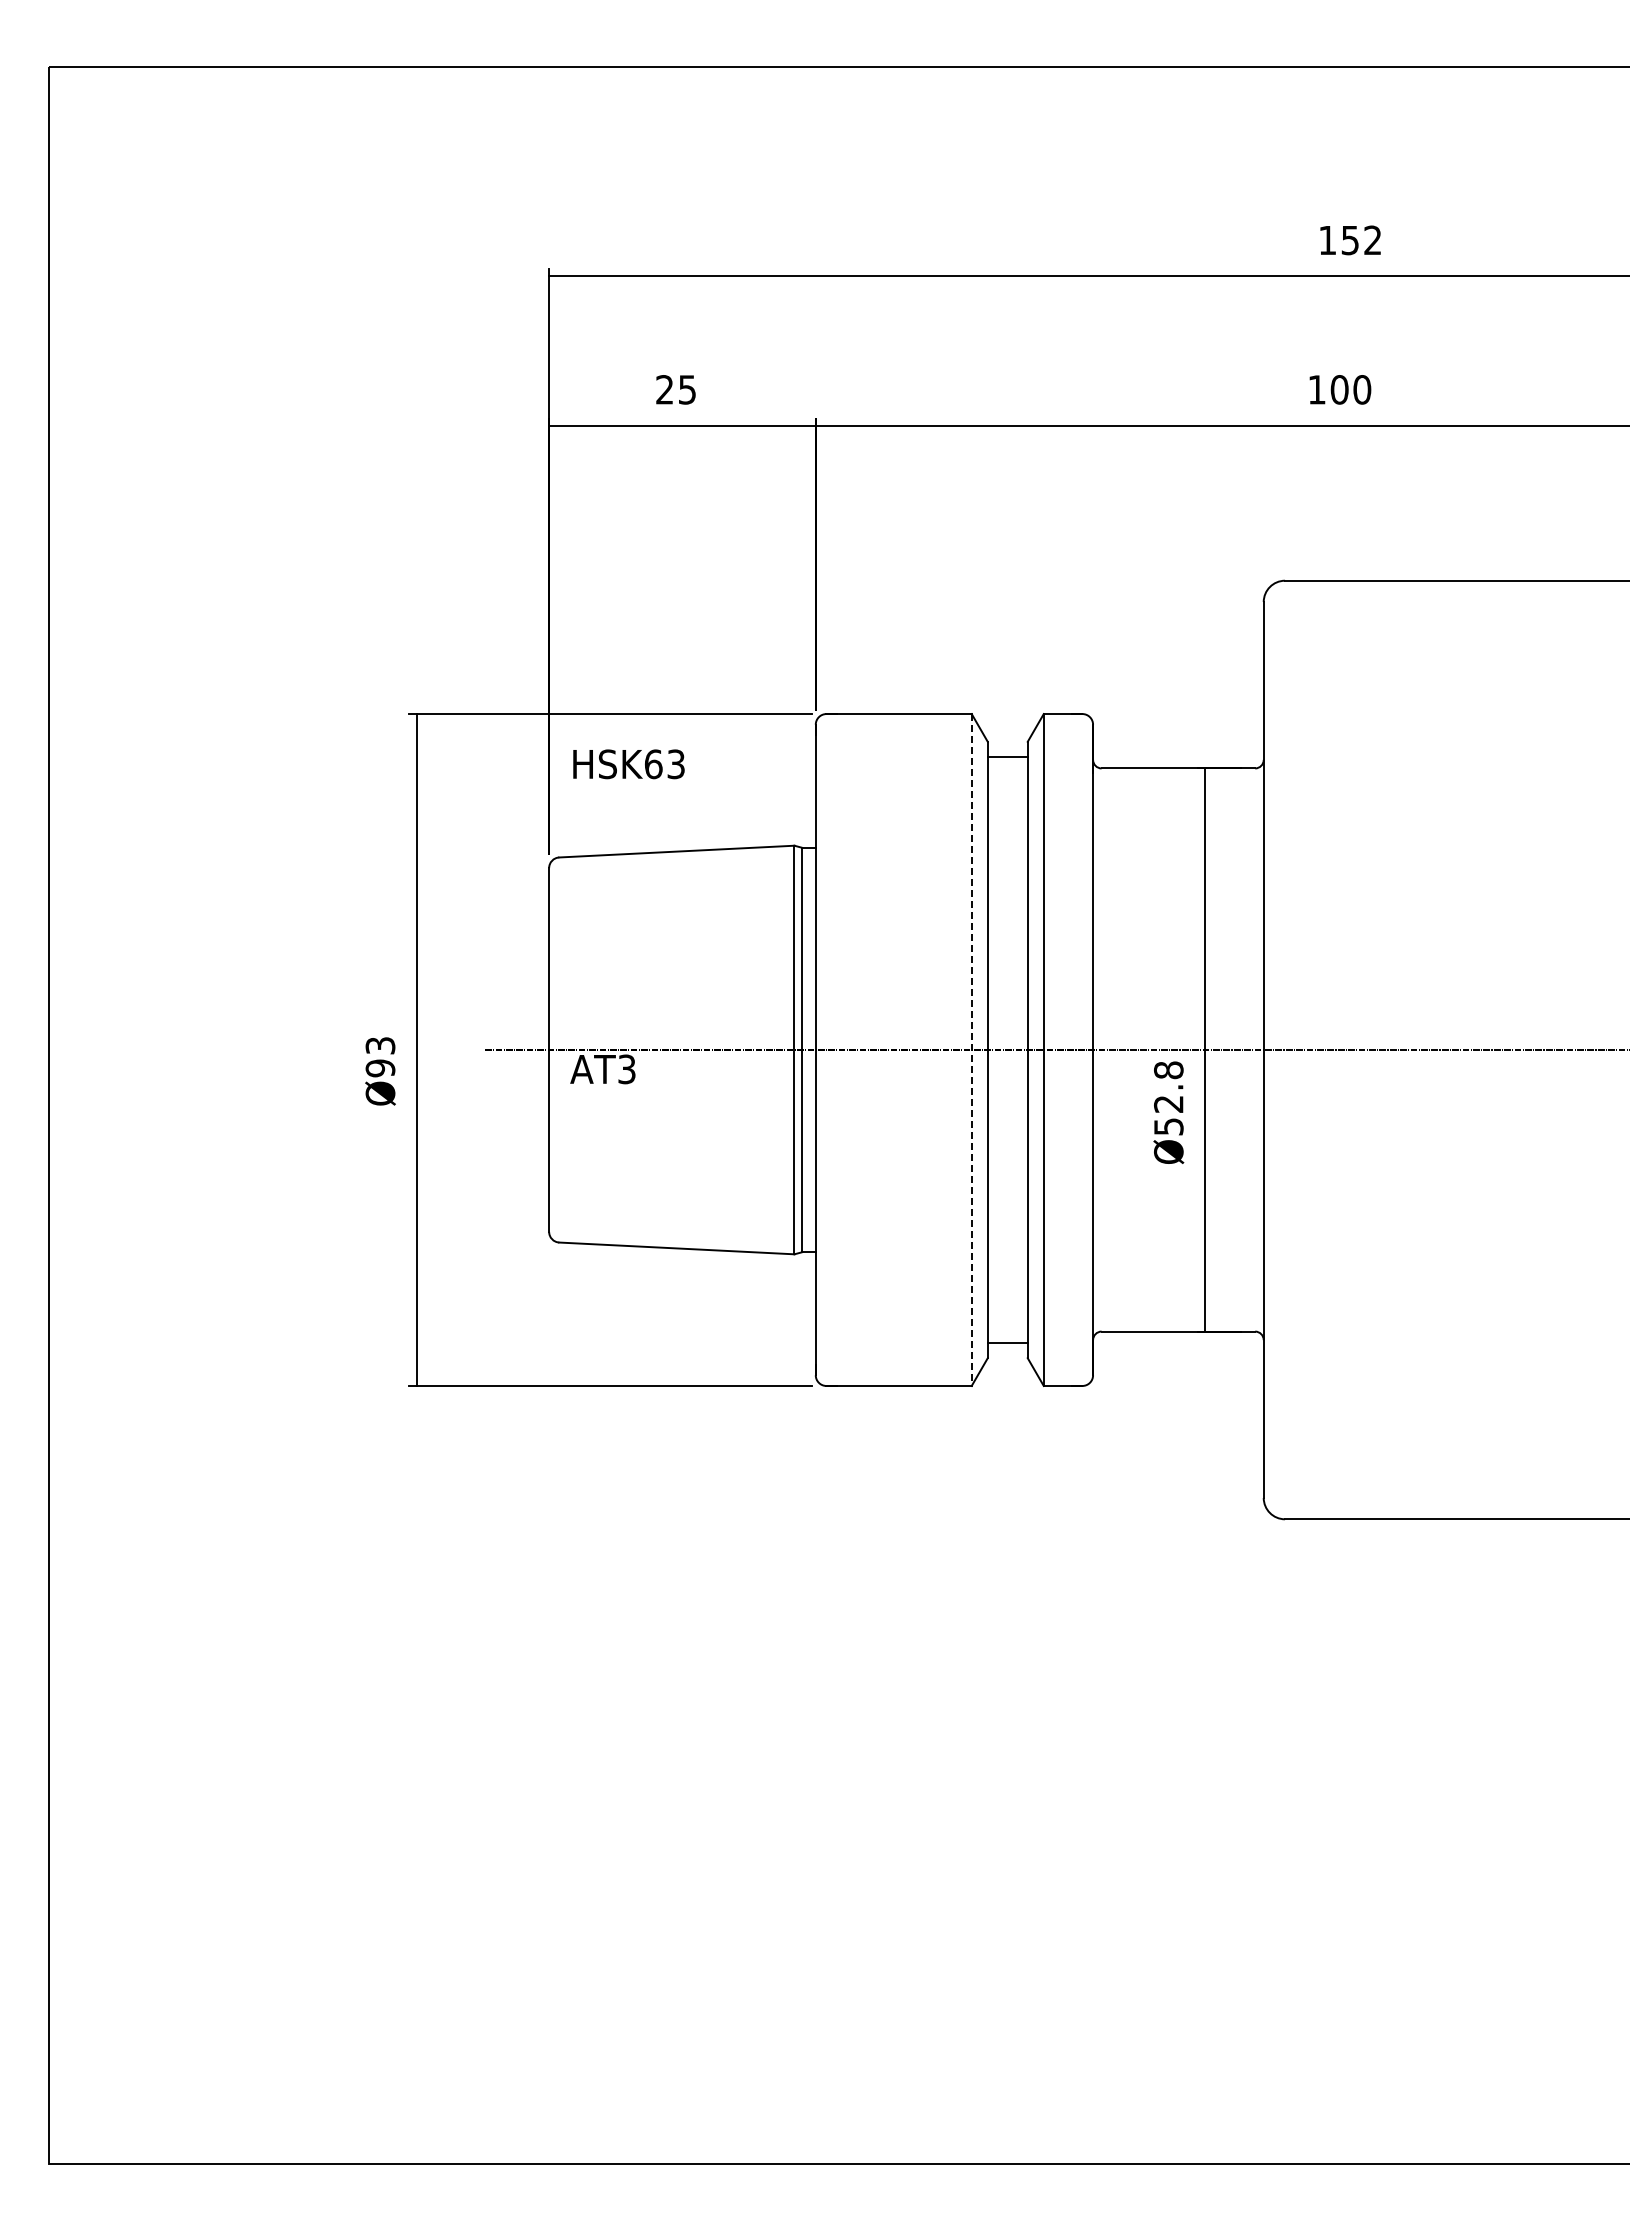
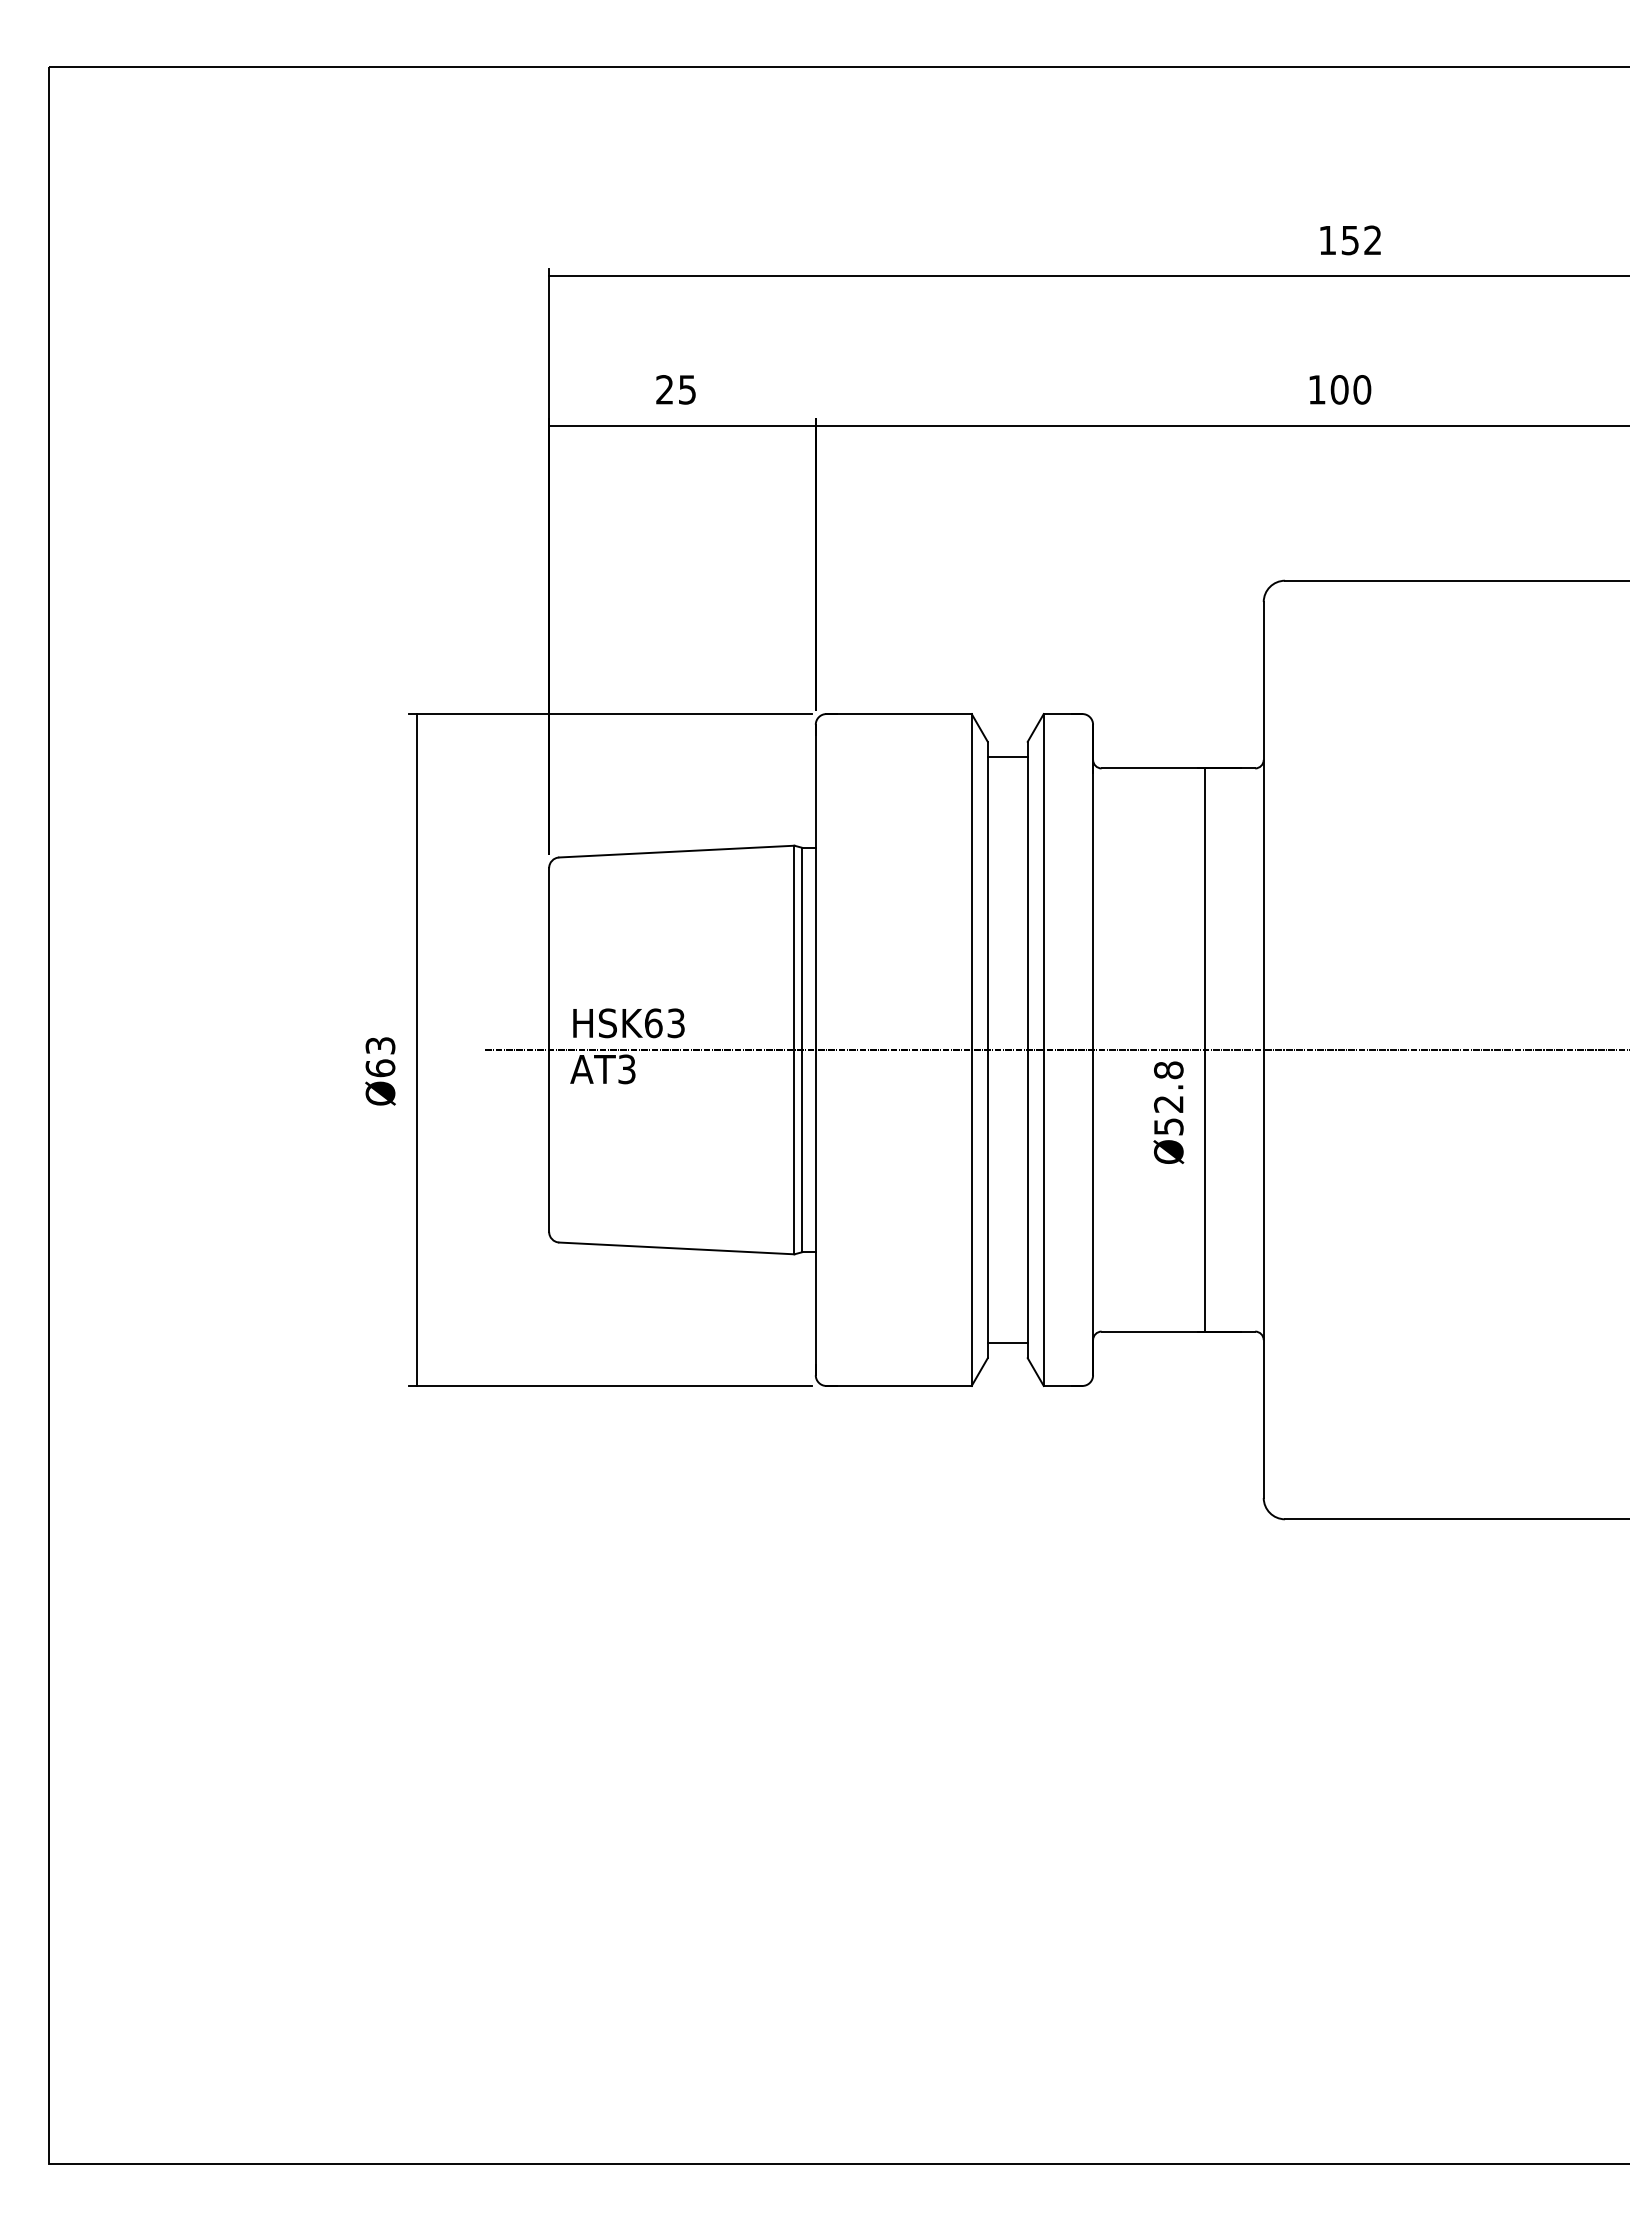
text at (628, 764) position: (628, 764) -> (628, 1023)
line at (971, 1050): dashed -> solid
text at (380, 1068): Ø93 -> Ø63
